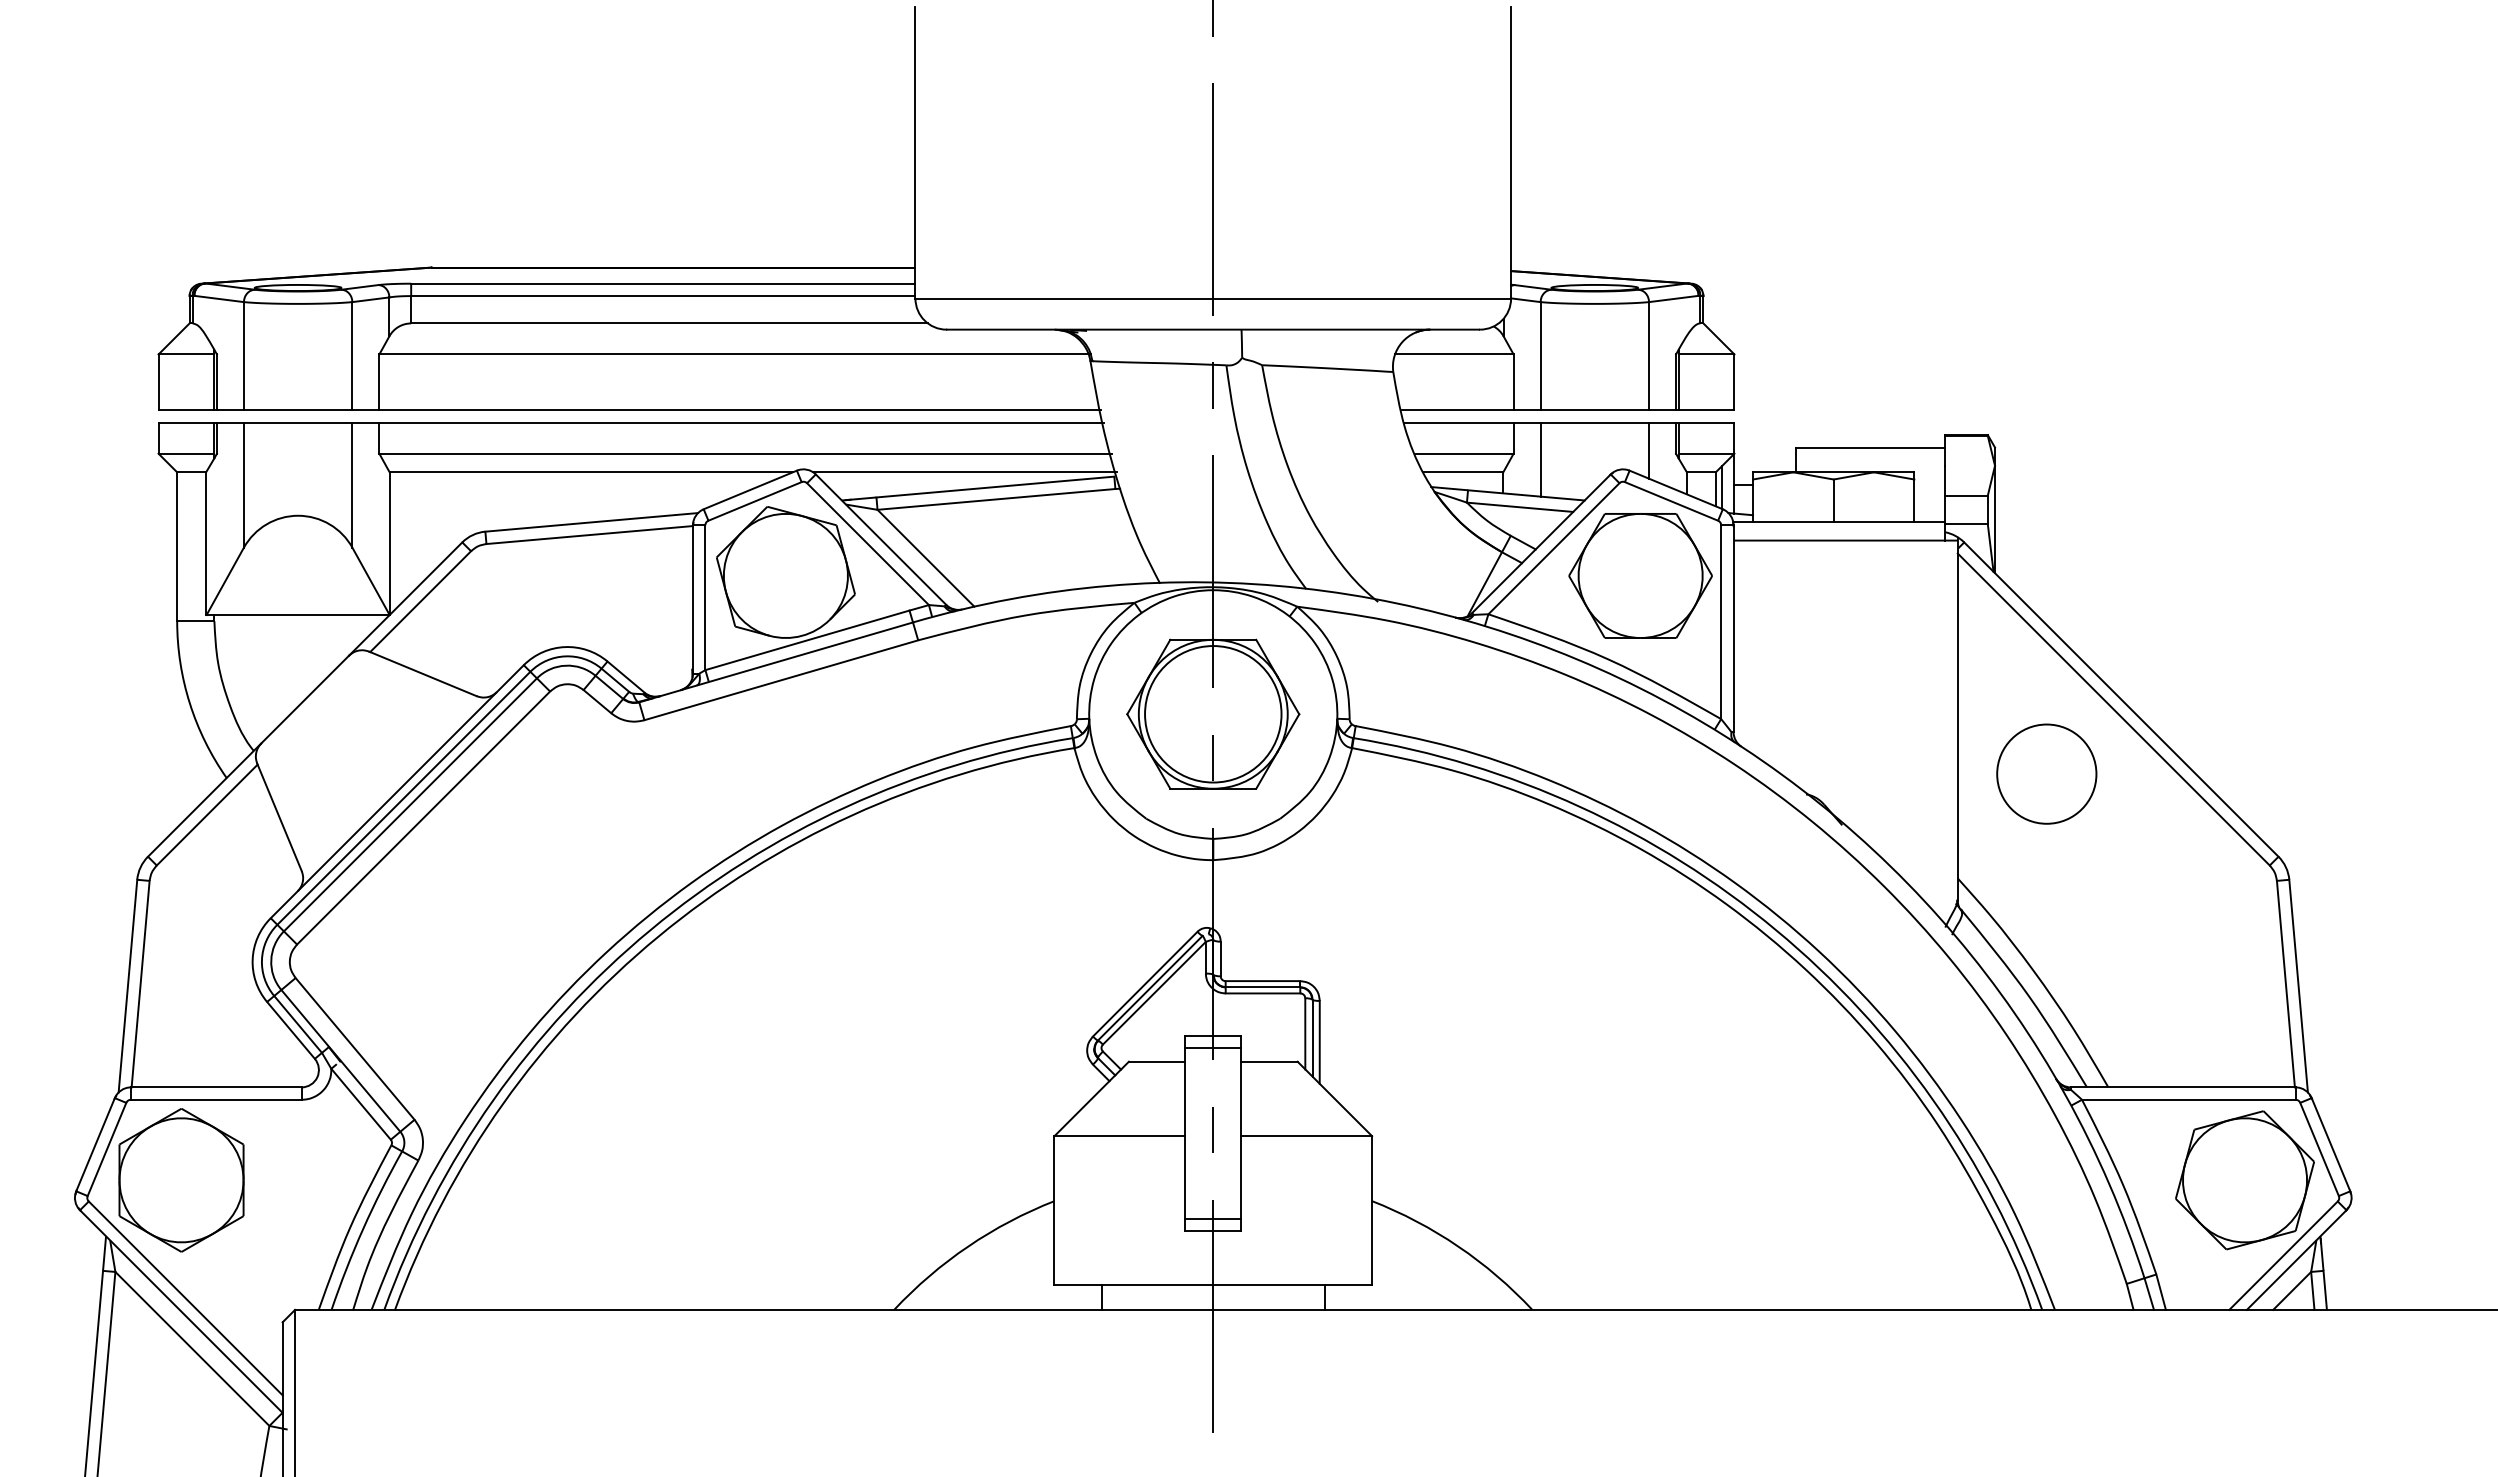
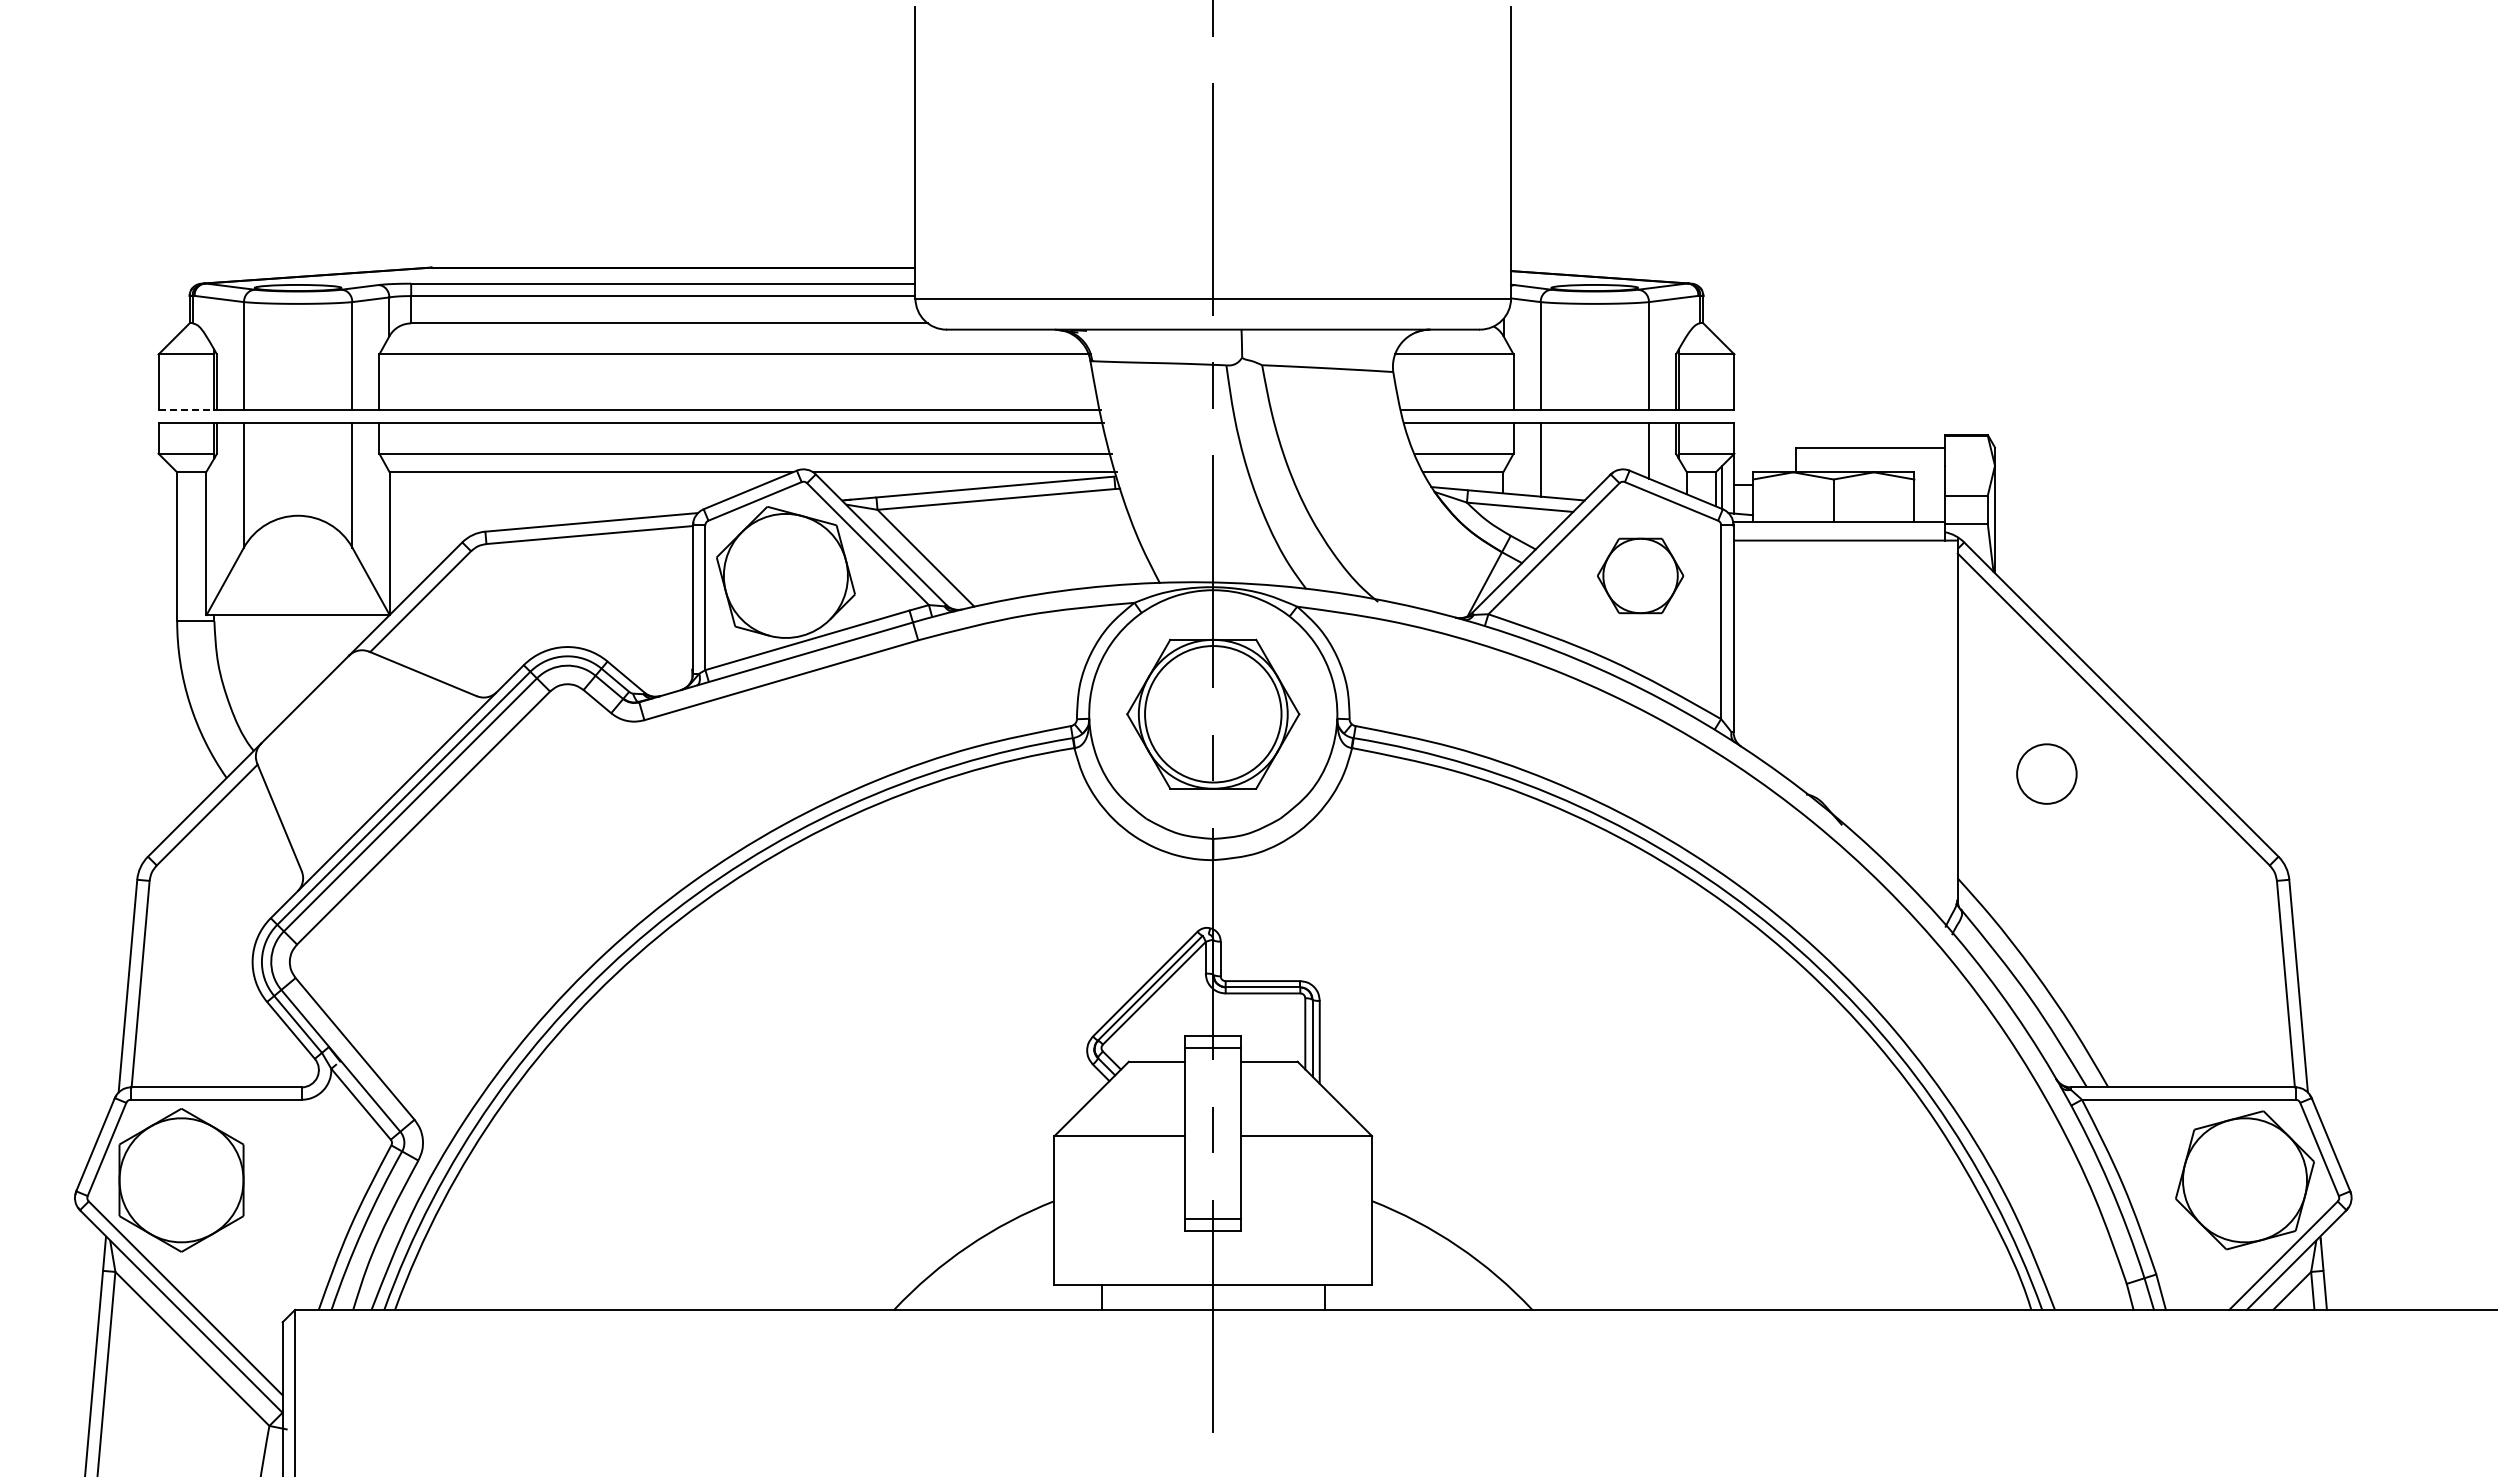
line at (186, 410): solid -> dashed
part at (1640, 575) size: 145x126 px -> 88x78 px
circle at (2046, 773) size: 102x102 px -> 62x62 px
